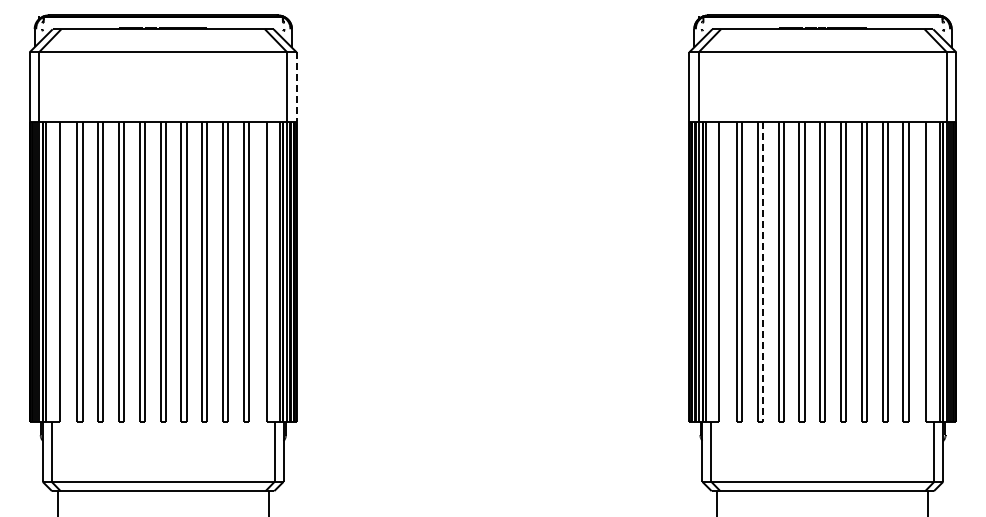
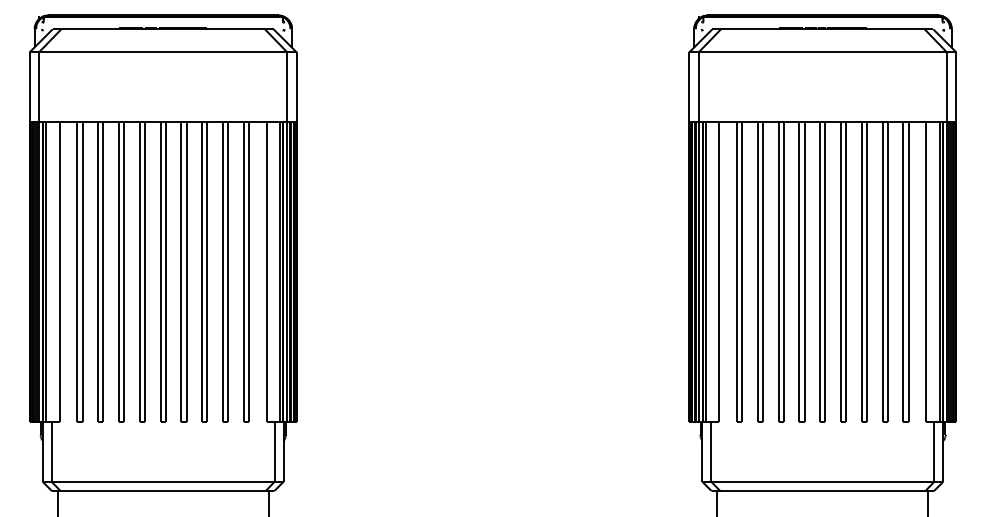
line at (296, 87): dashed -> solid
line at (763, 272): dashed -> solid
